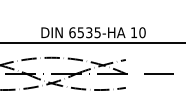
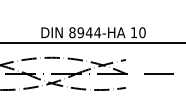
text at (85, 32): 6535-HA -> 8944-HA
